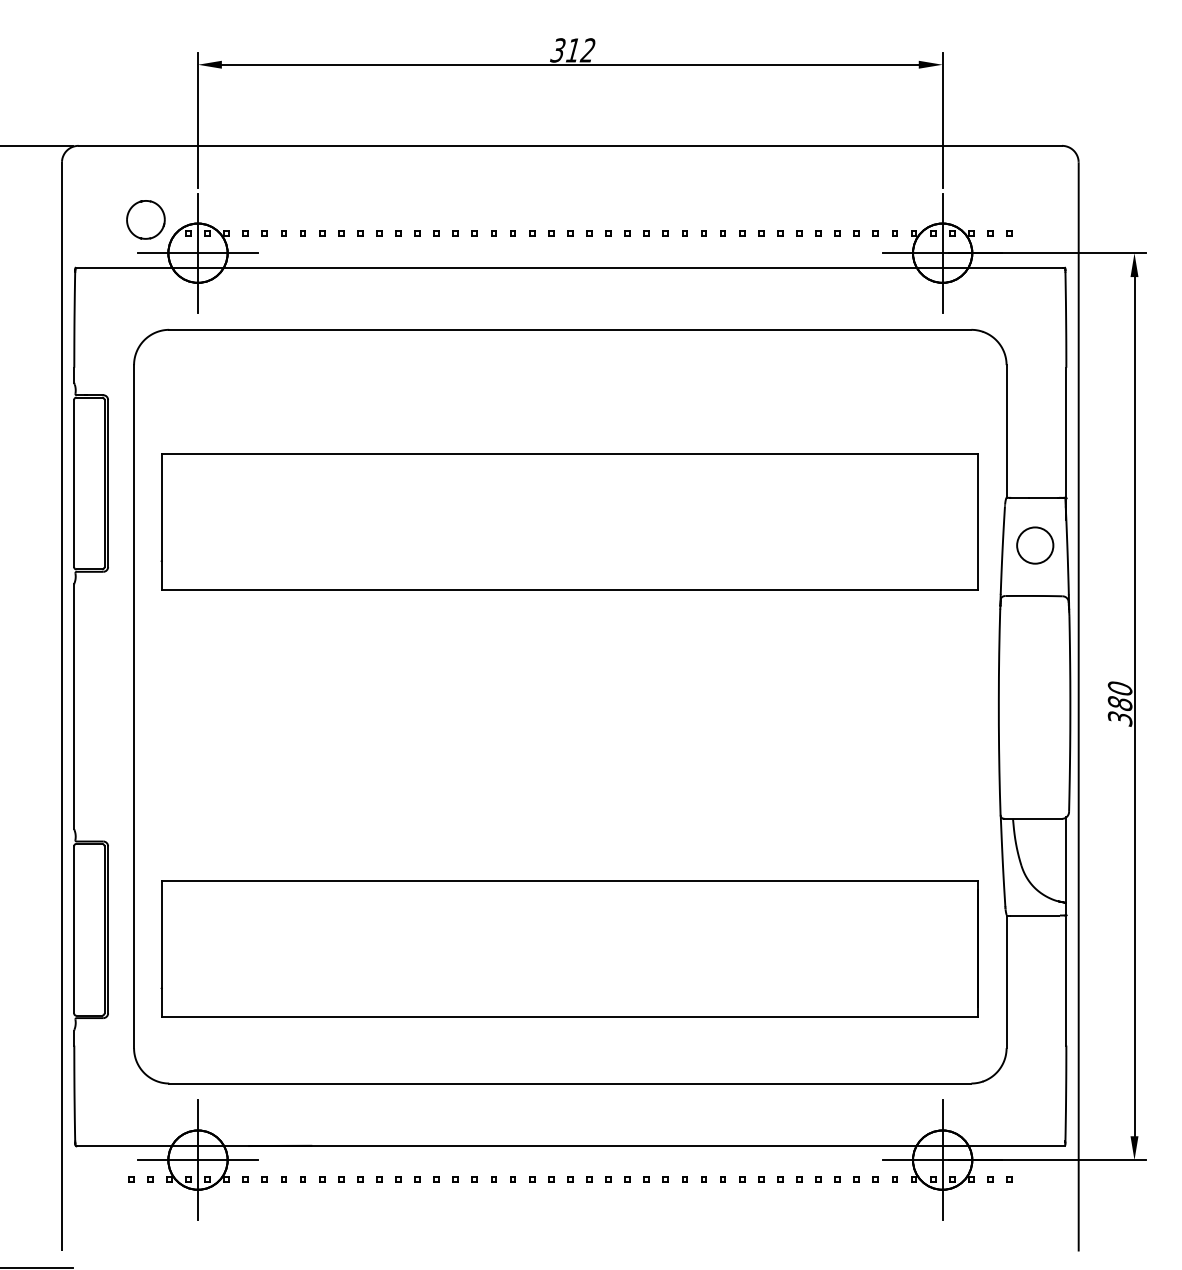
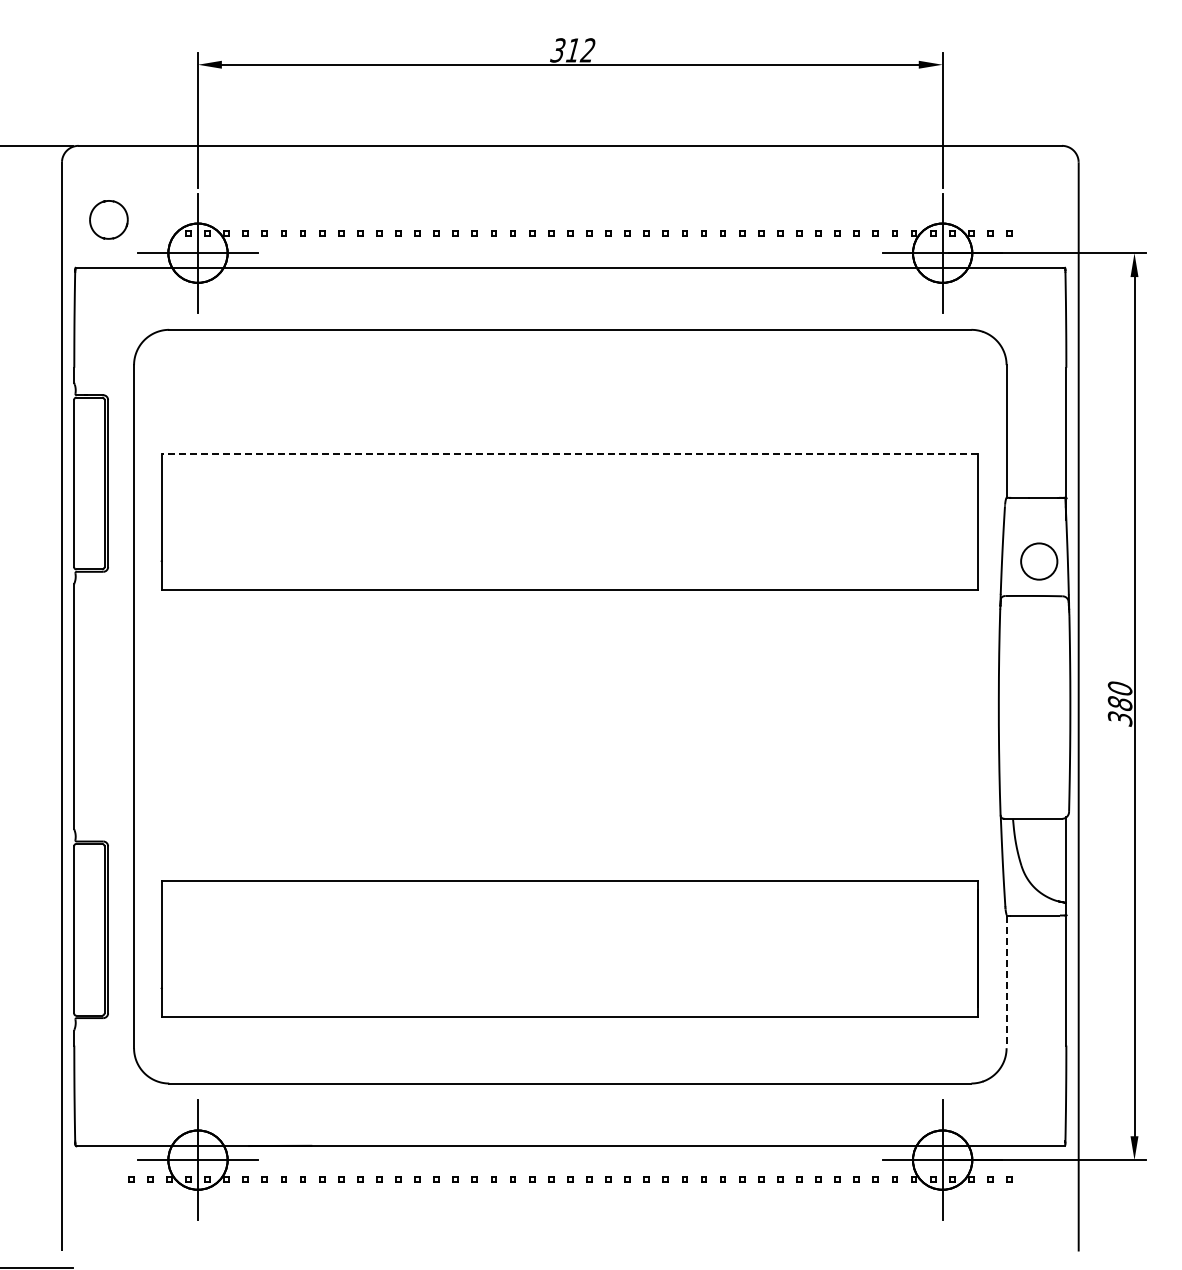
part at (145, 219) position: (145, 219) -> (108, 219)
line at (569, 453): solid -> dashed
circle at (1035, 545) position: (1035, 545) -> (1039, 561)
line at (1006, 982): solid -> dashed
